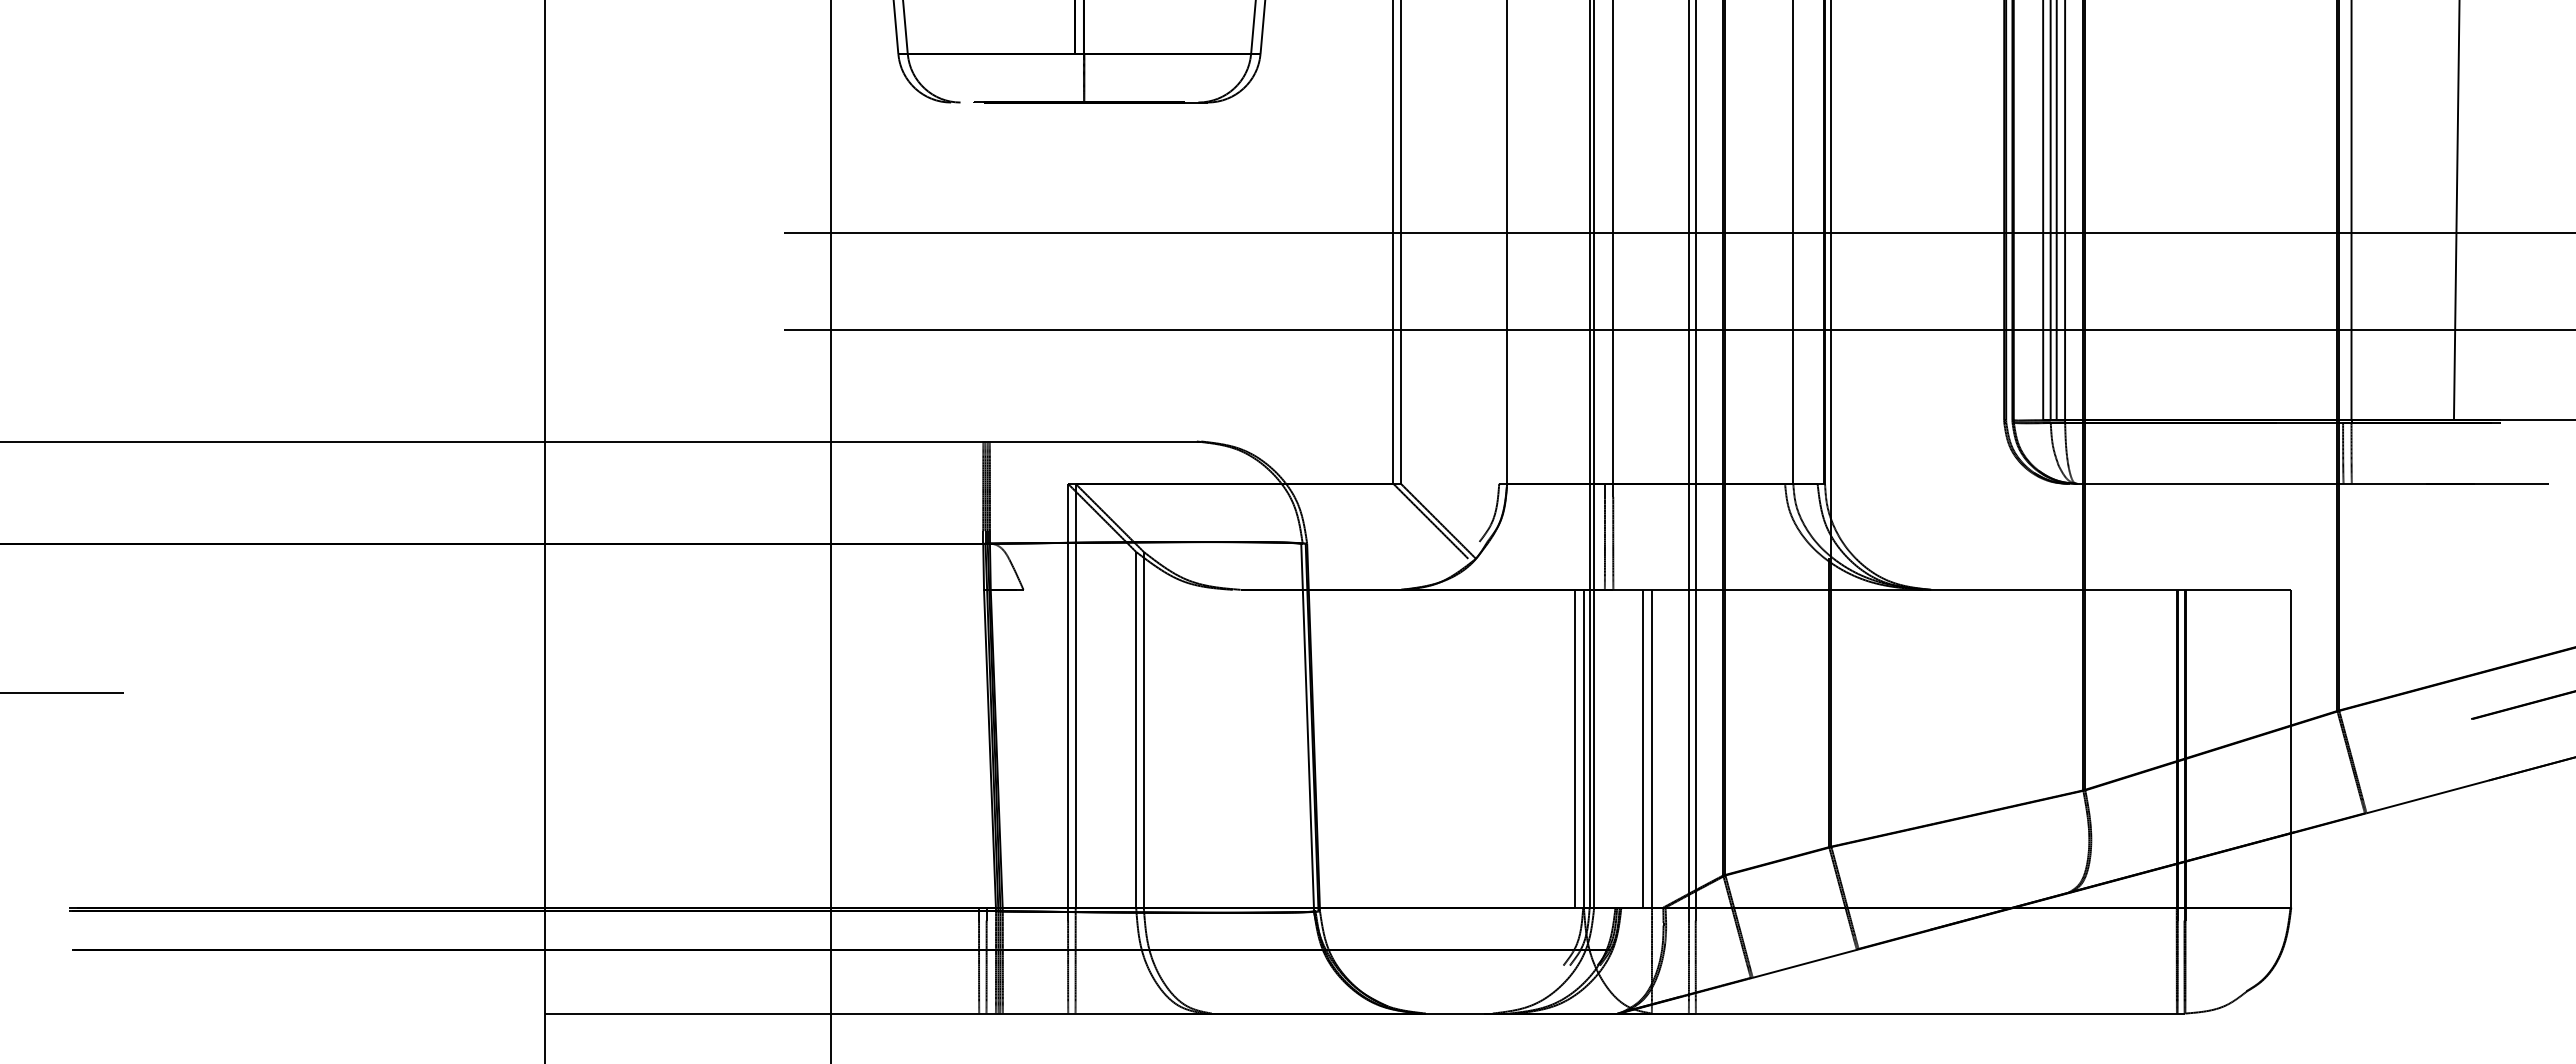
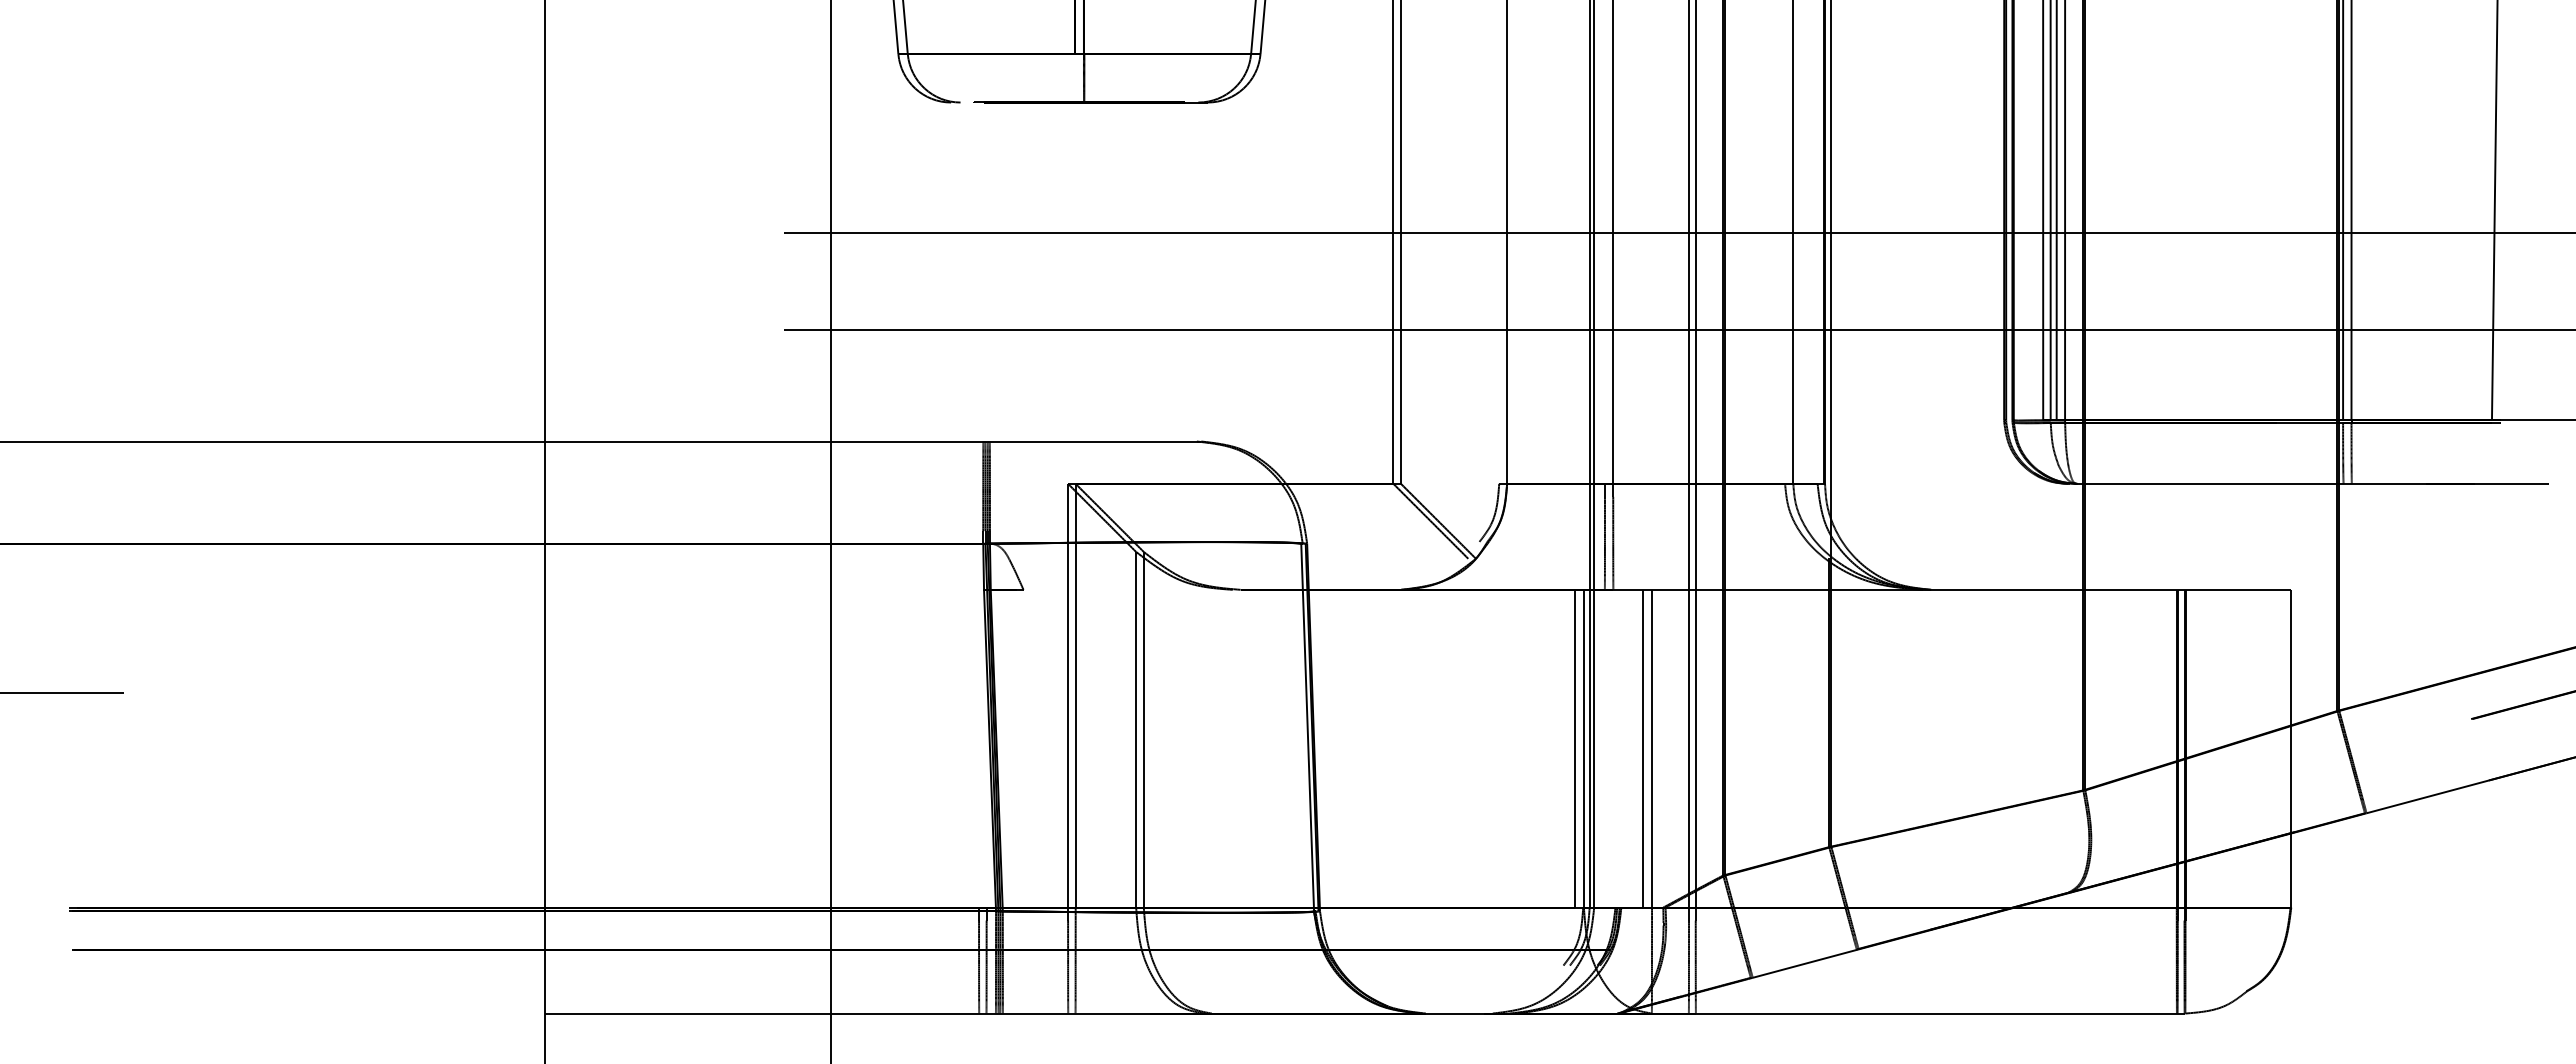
line at (2456, 210) position: (2456, 210) -> (2494, 211)
line at (2343, 211): none -> present
